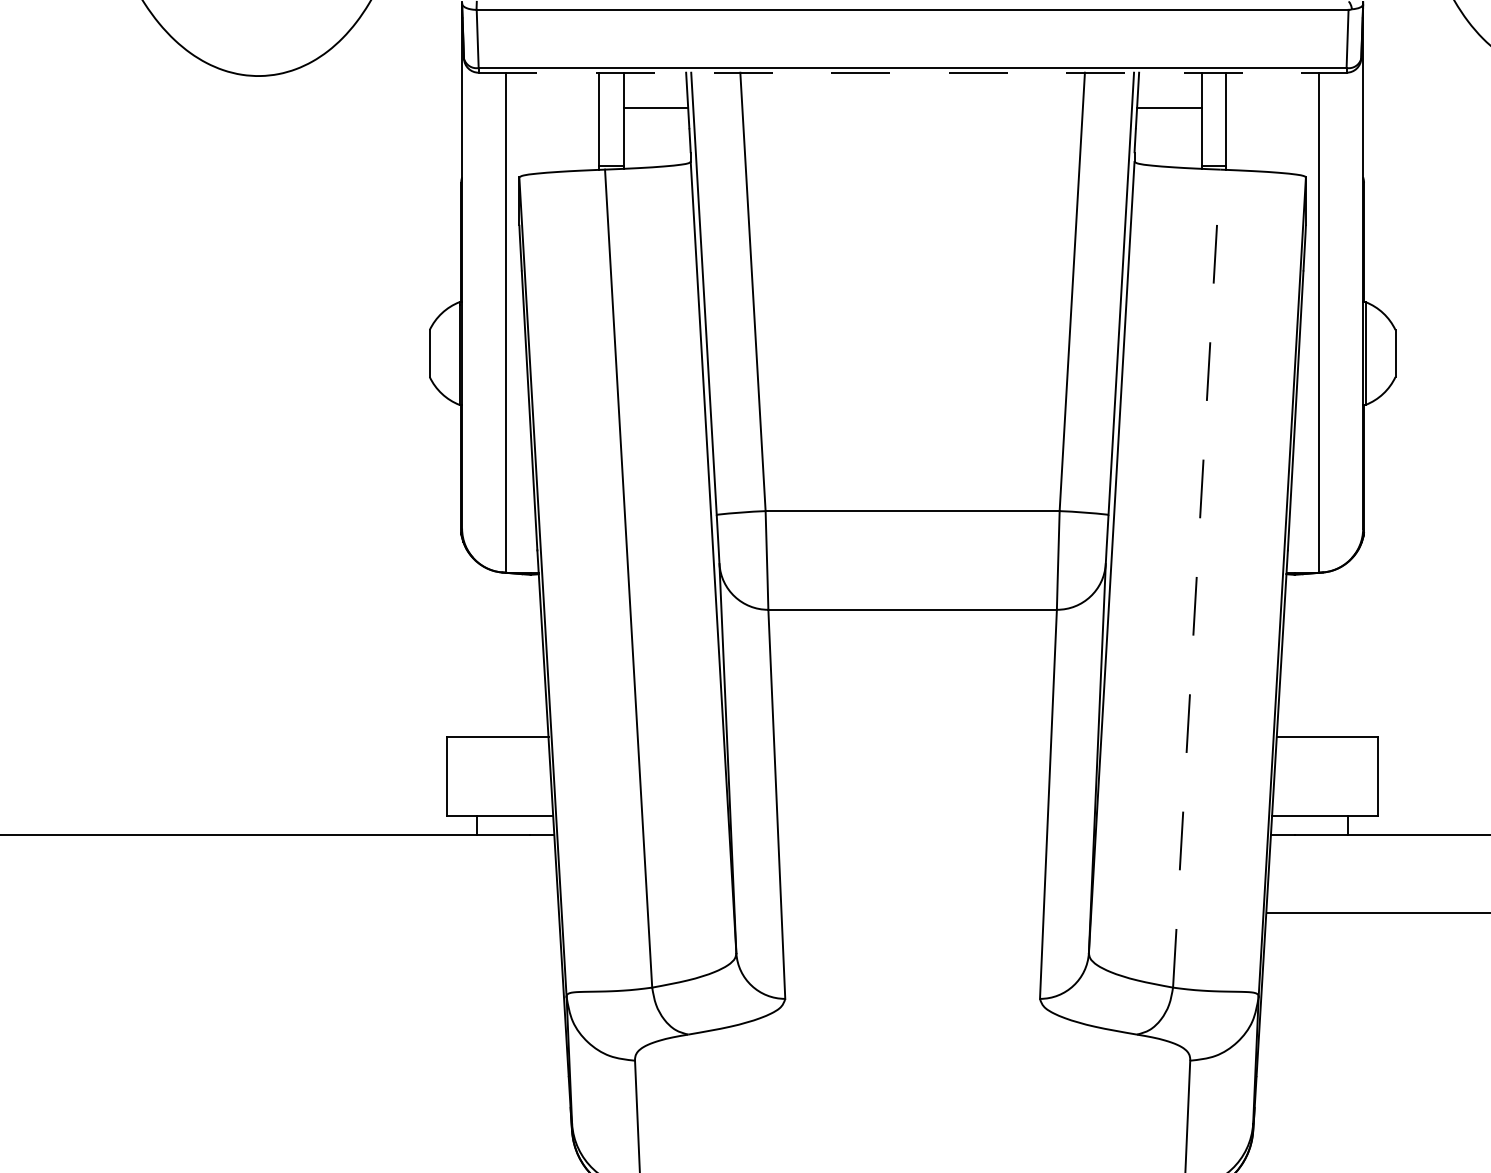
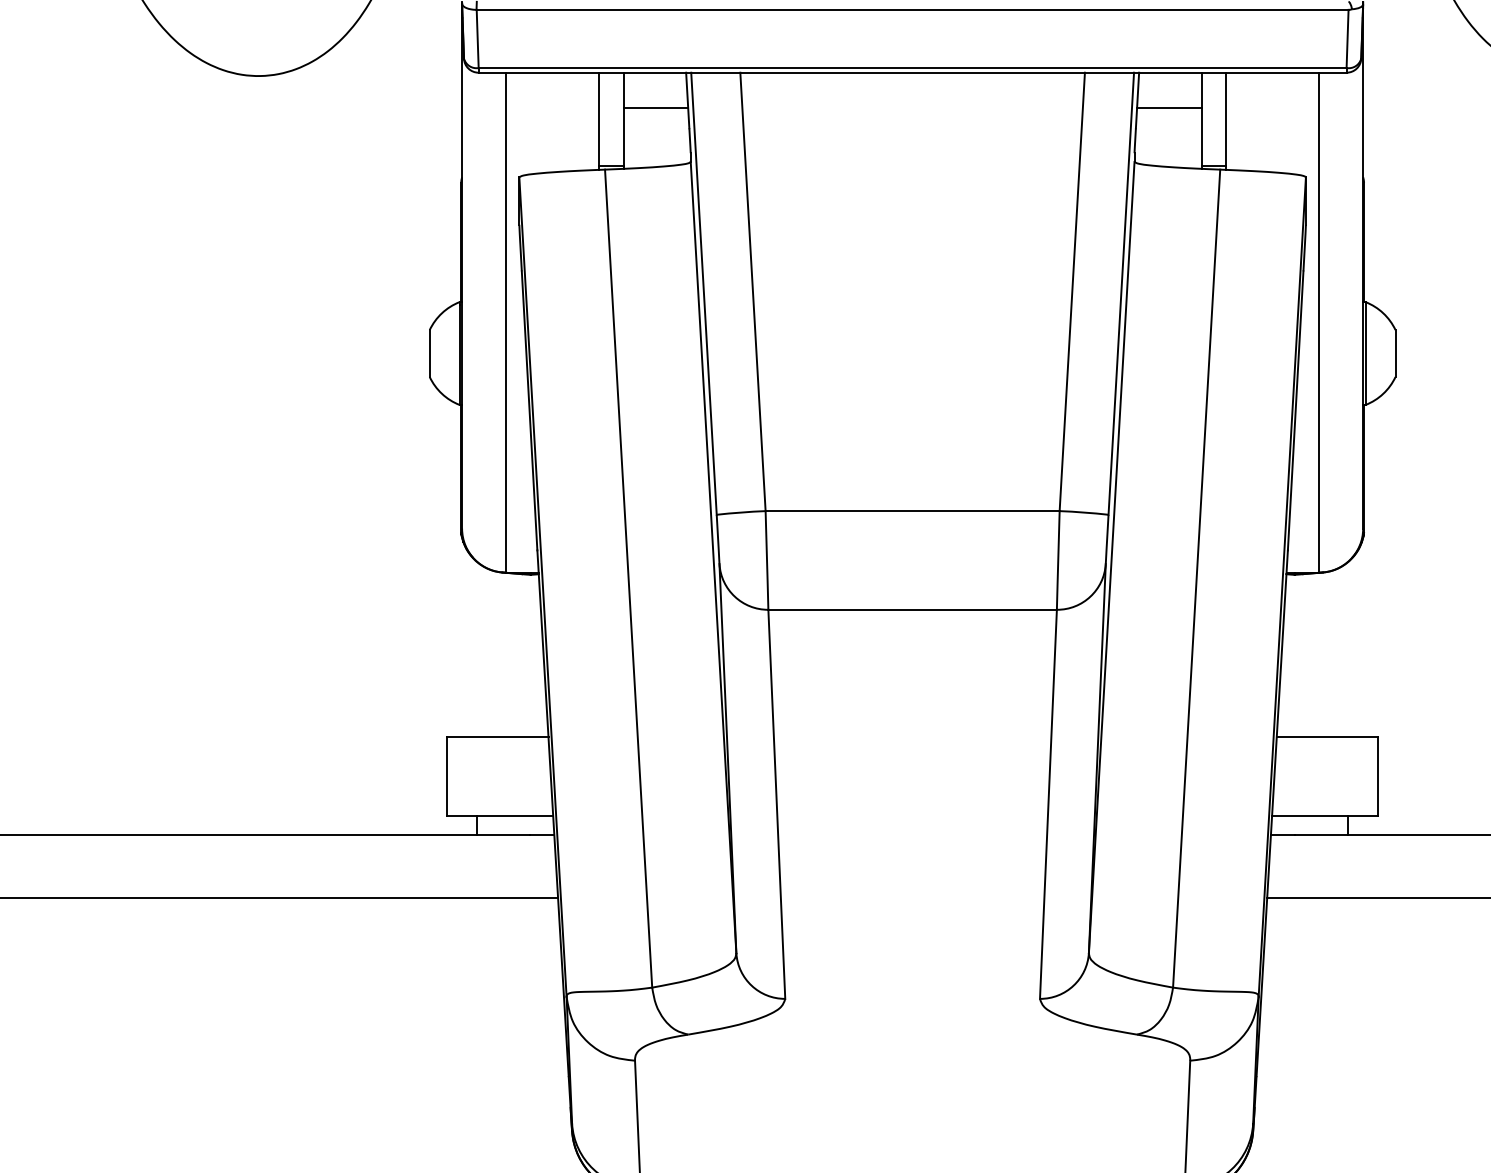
line at (912, 72): dashed -> solid
line at (1196, 578): dashed -> solid
line at (280, 897): none -> present
line at (1377, 912) position: (1377, 912) -> (1377, 897)
